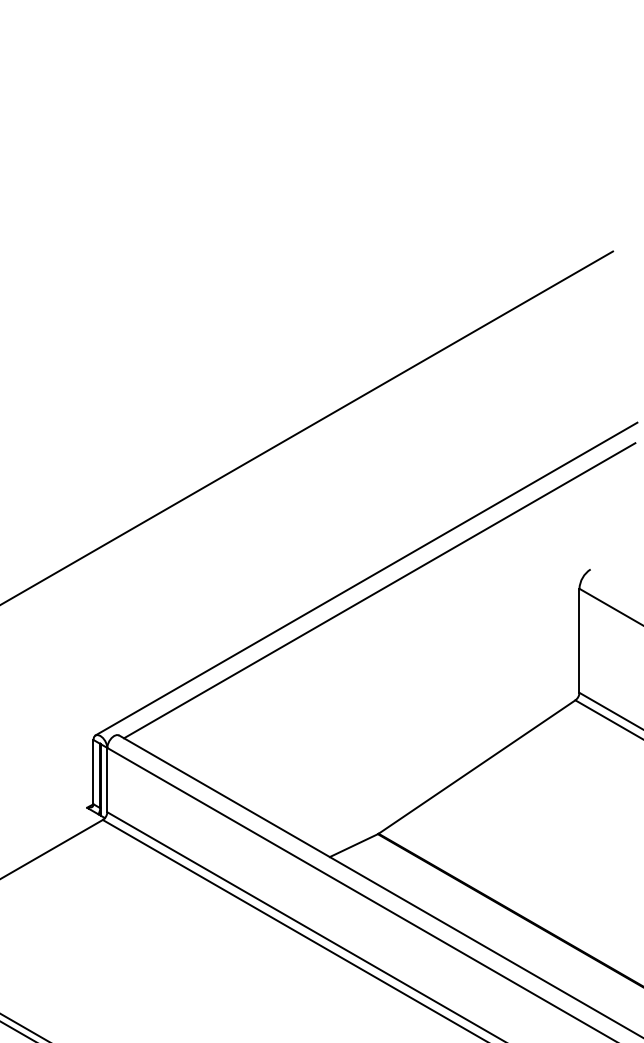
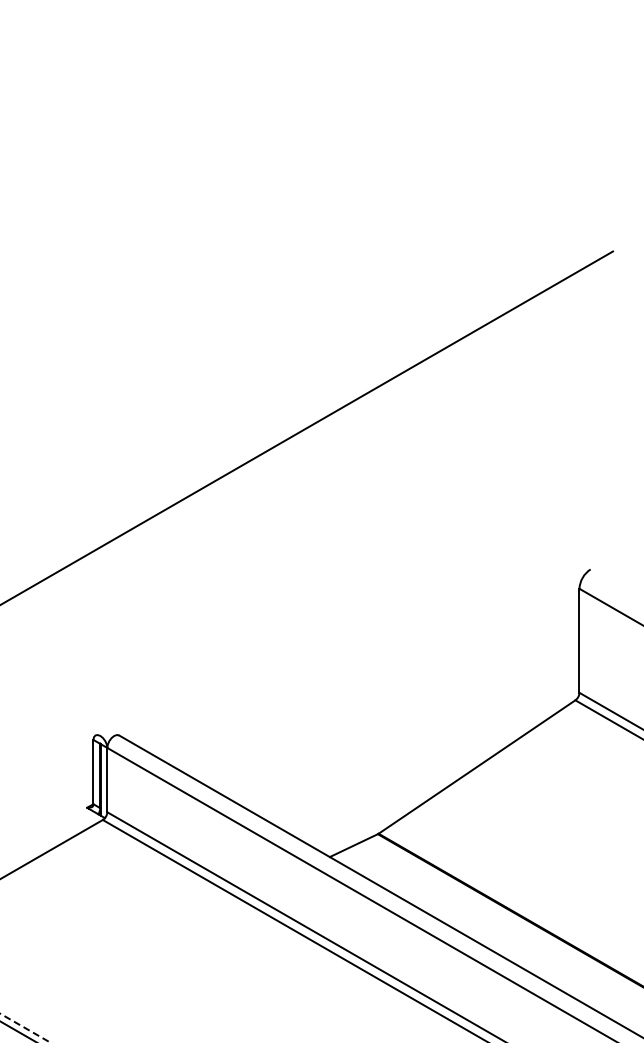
line at (366, 578): present -> none
line at (379, 590): present -> none
line at (25, 1028): solid -> dashed
